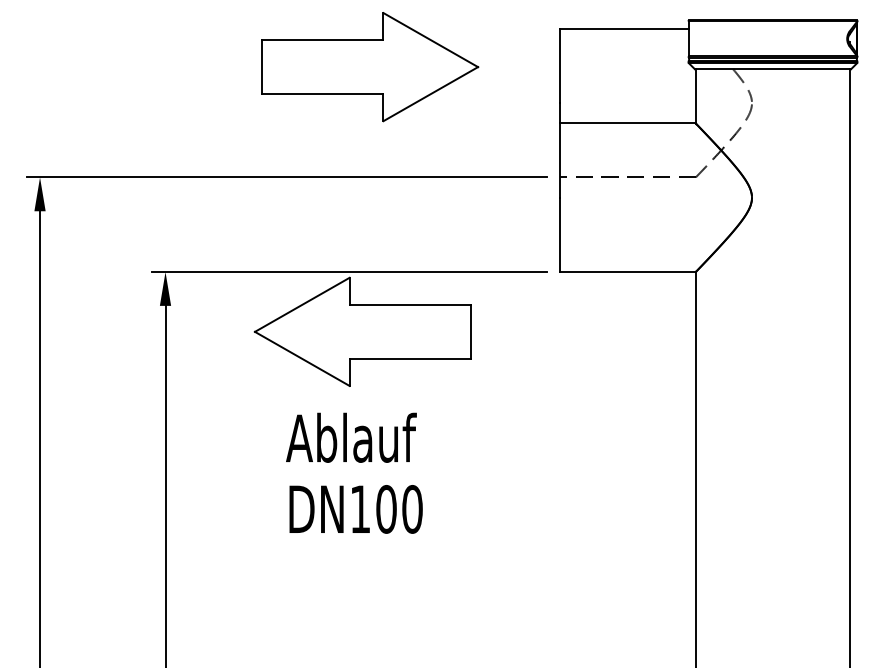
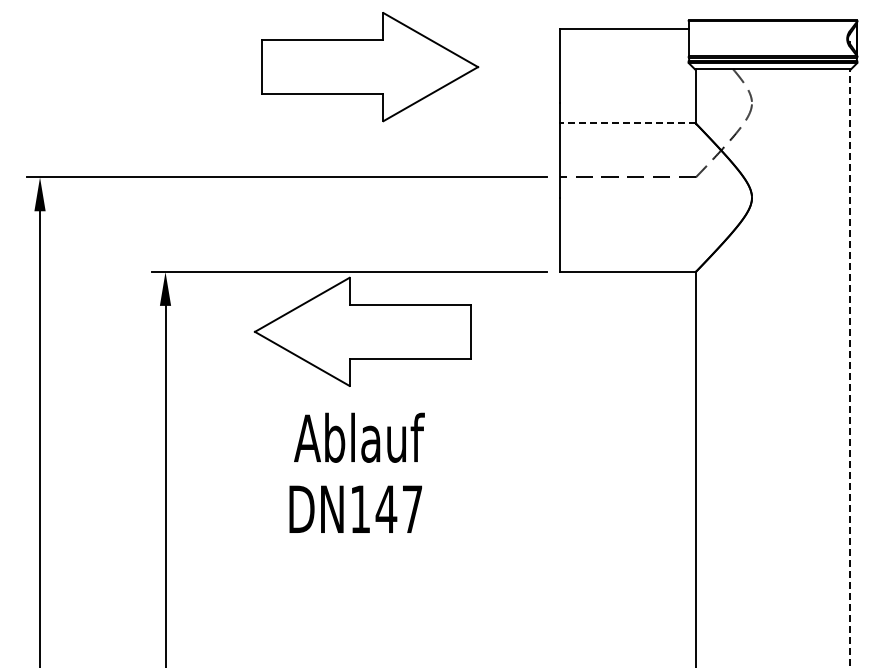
line at (628, 123): solid -> dashed
line at (850, 367): solid -> dashed
text at (351, 437) position: (351, 437) -> (359, 437)
text at (398, 509): DN100 -> DN147
